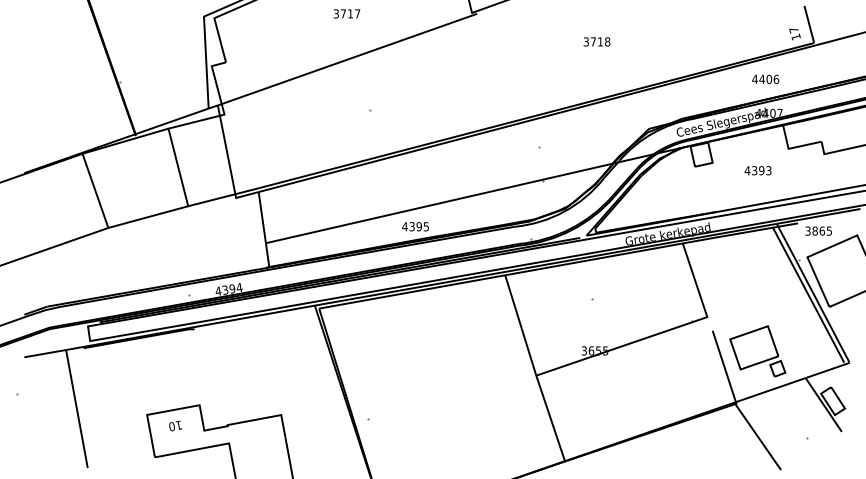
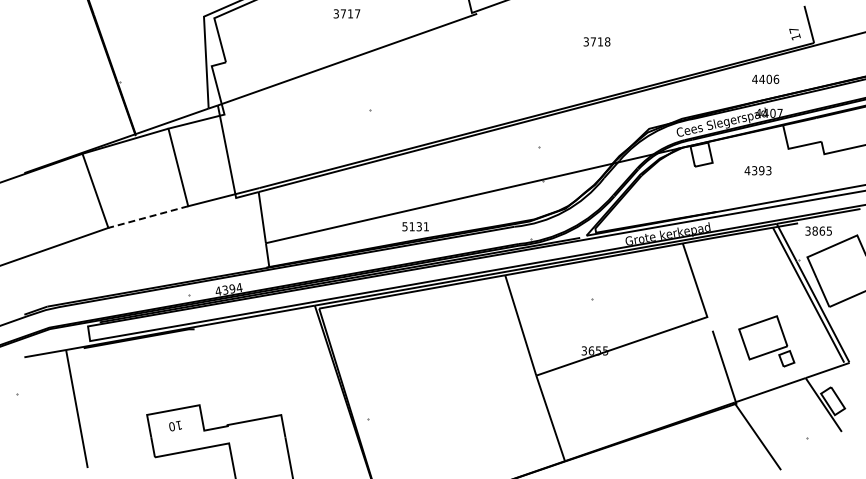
line at (147, 217): solid -> dashed
text at (415, 226): 4395 -> 5131
part at (757, 351) position: (757, 351) -> (766, 341)
